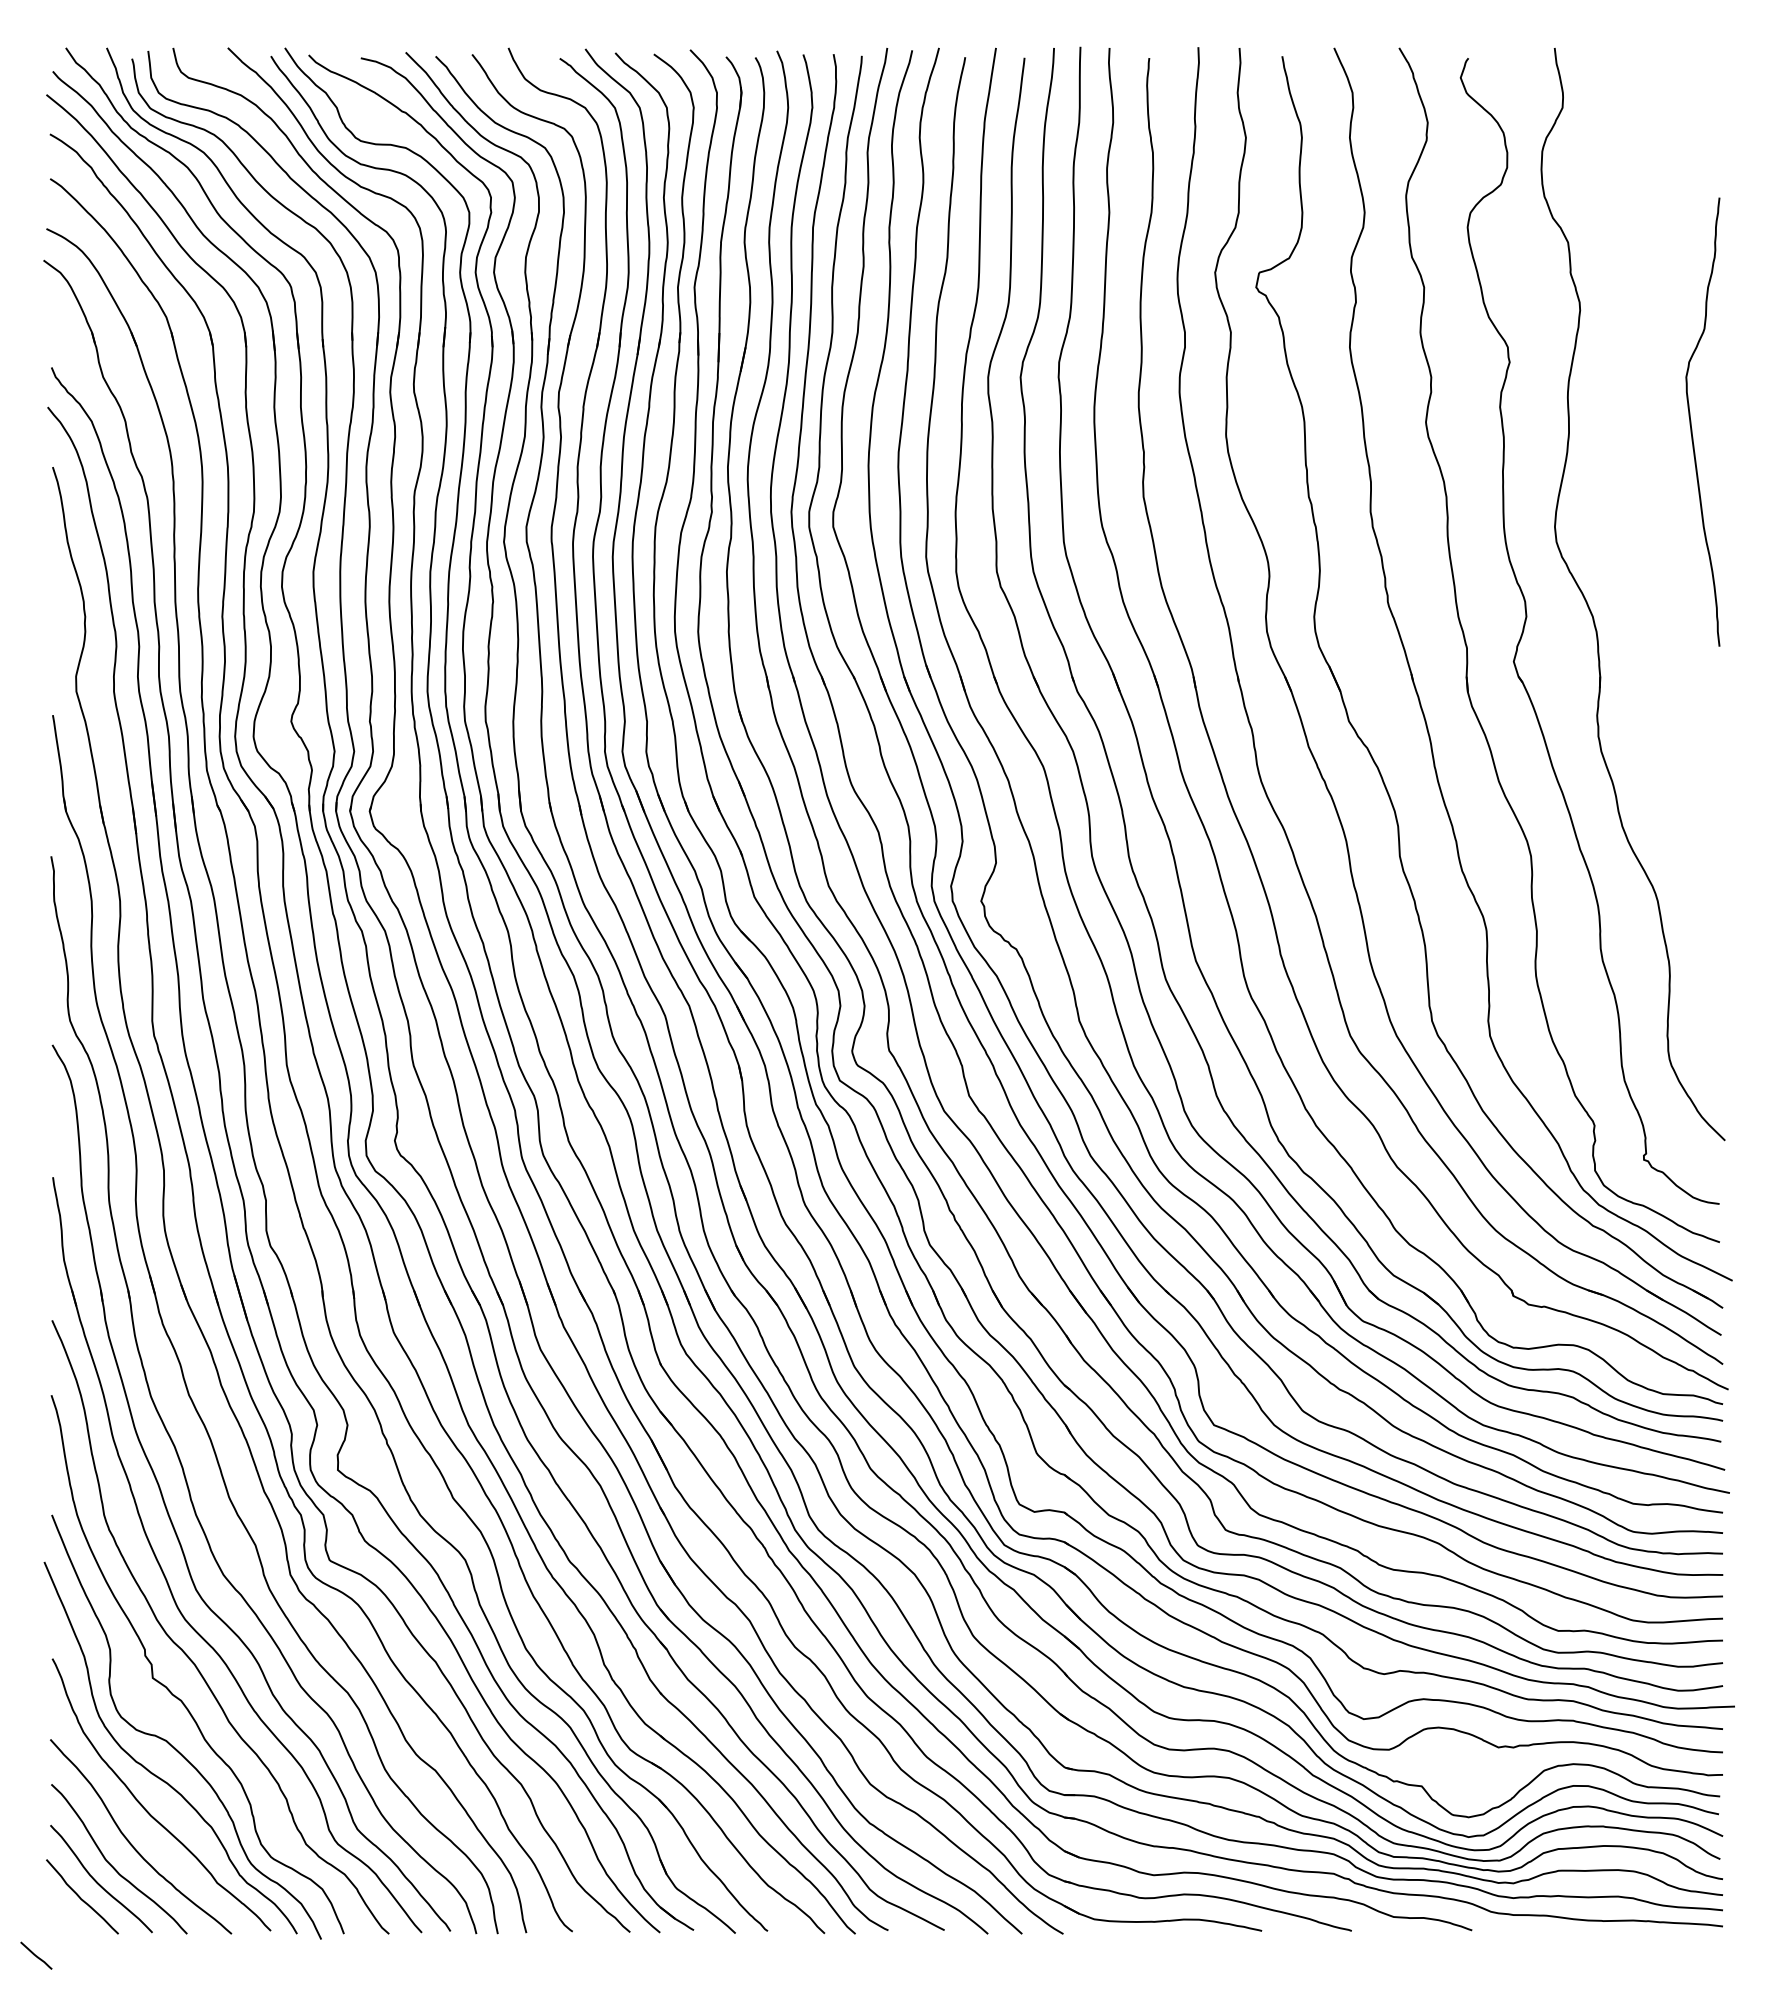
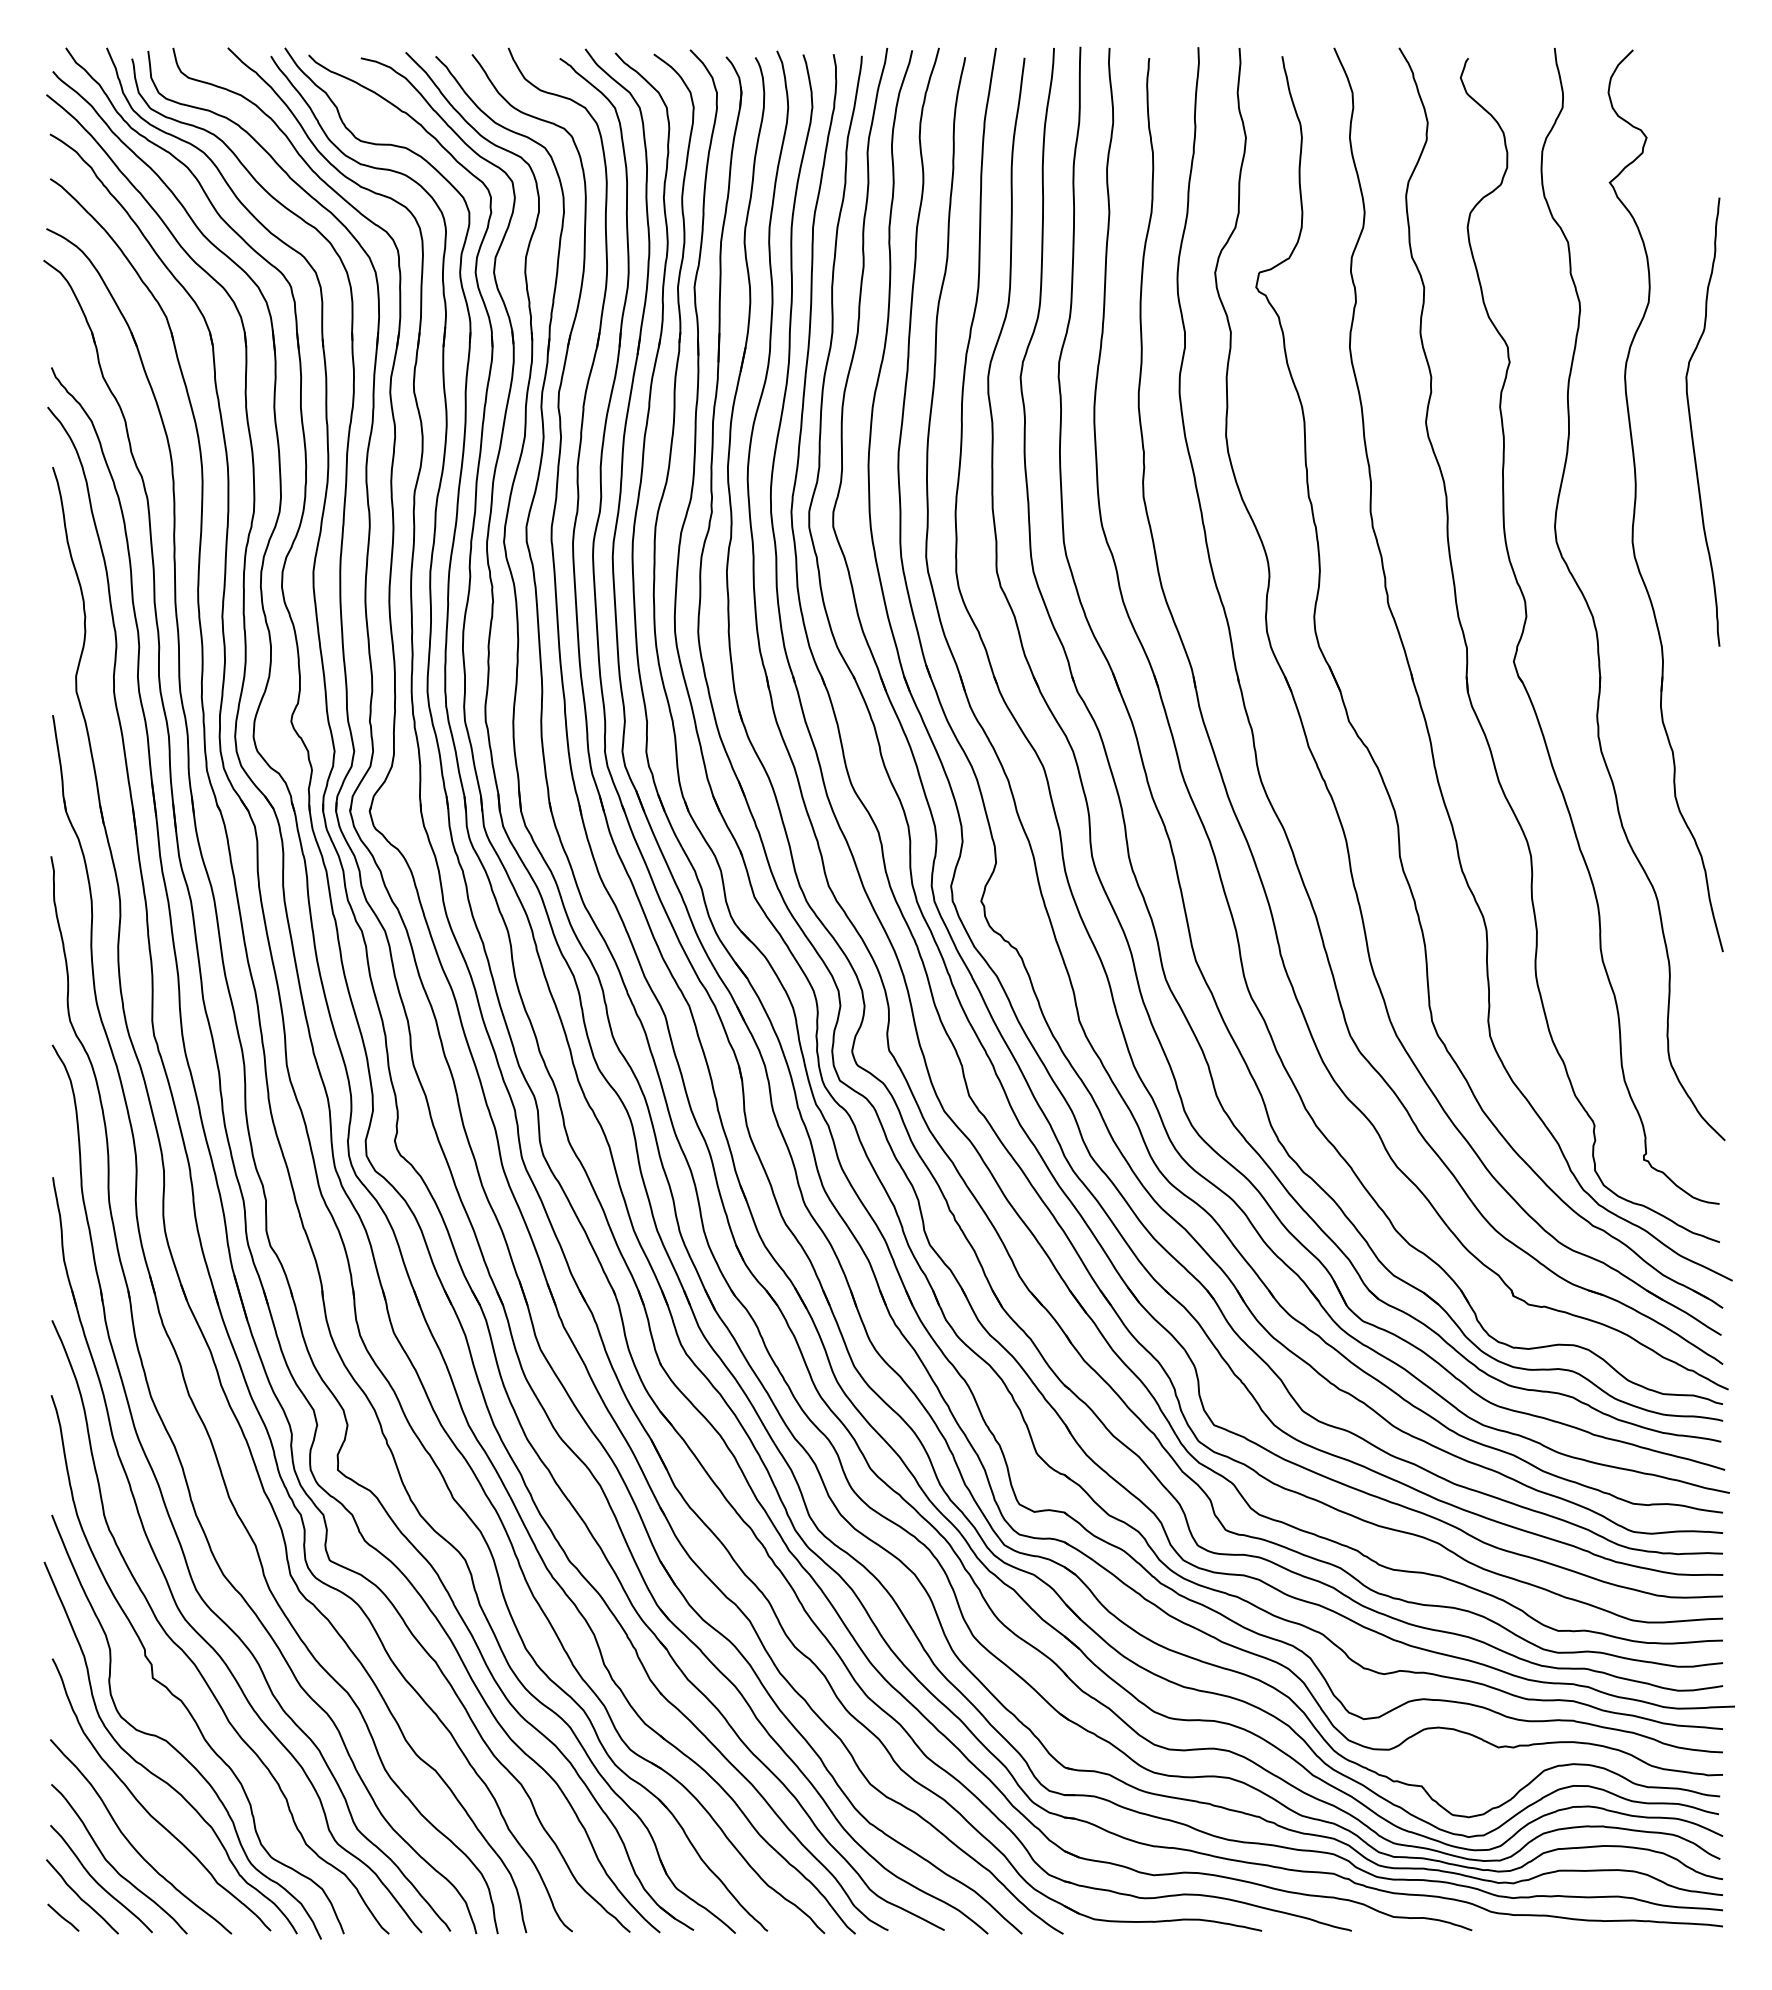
part at (1636, 500): none -> present
line at (36, 1955) position: (36, 1955) -> (63, 1917)
